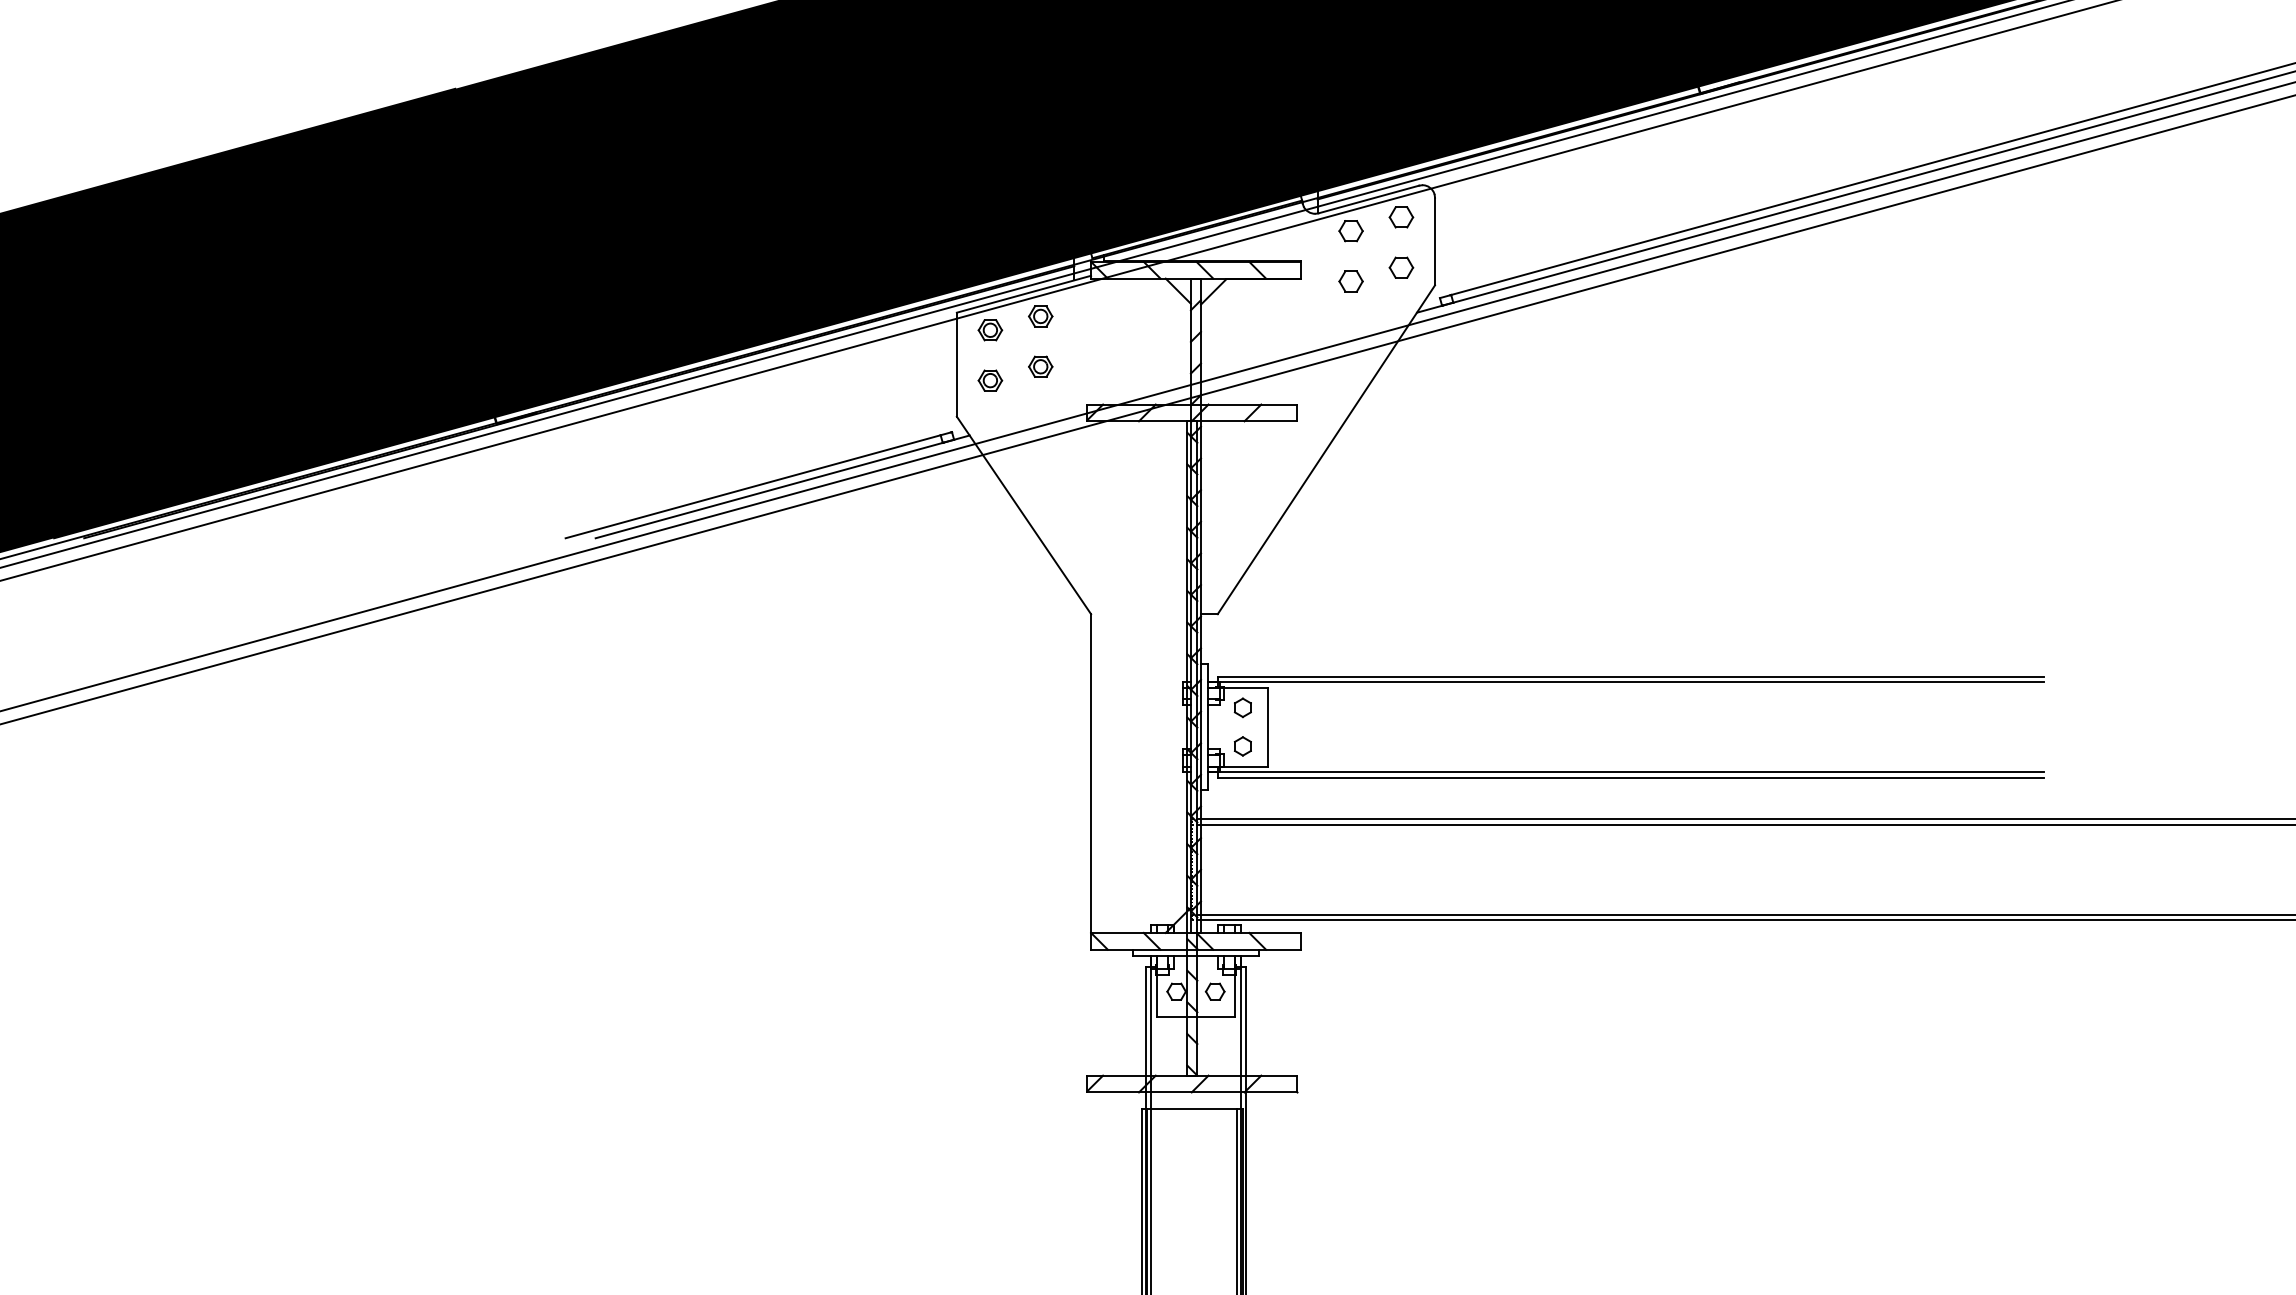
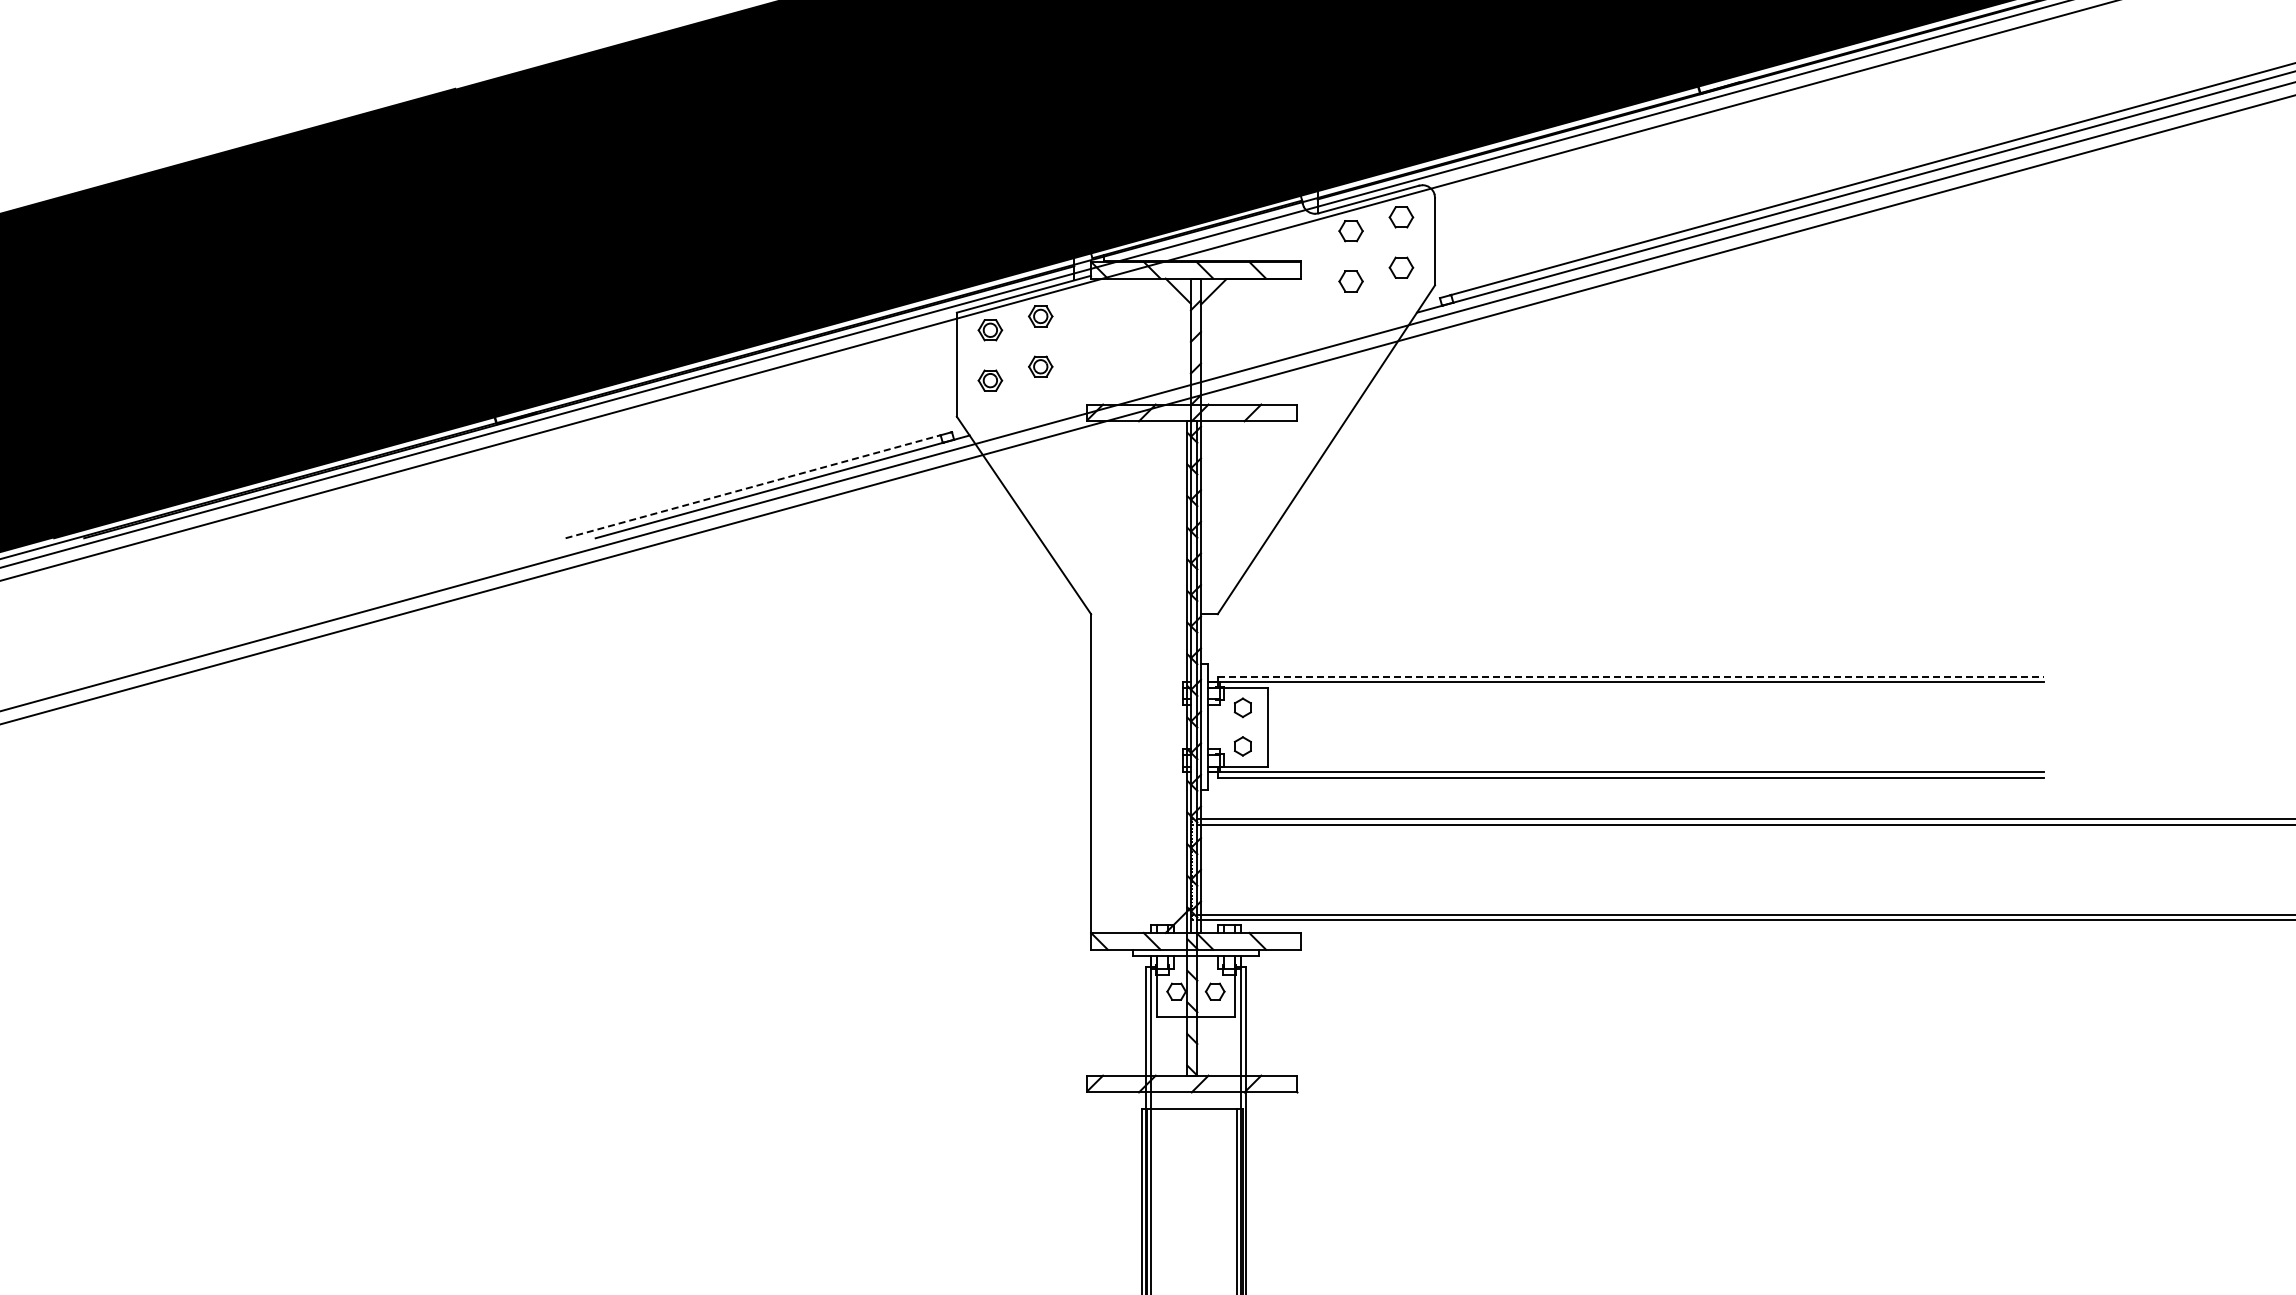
line at (753, 486): solid -> dashed
line at (1631, 676): solid -> dashed
